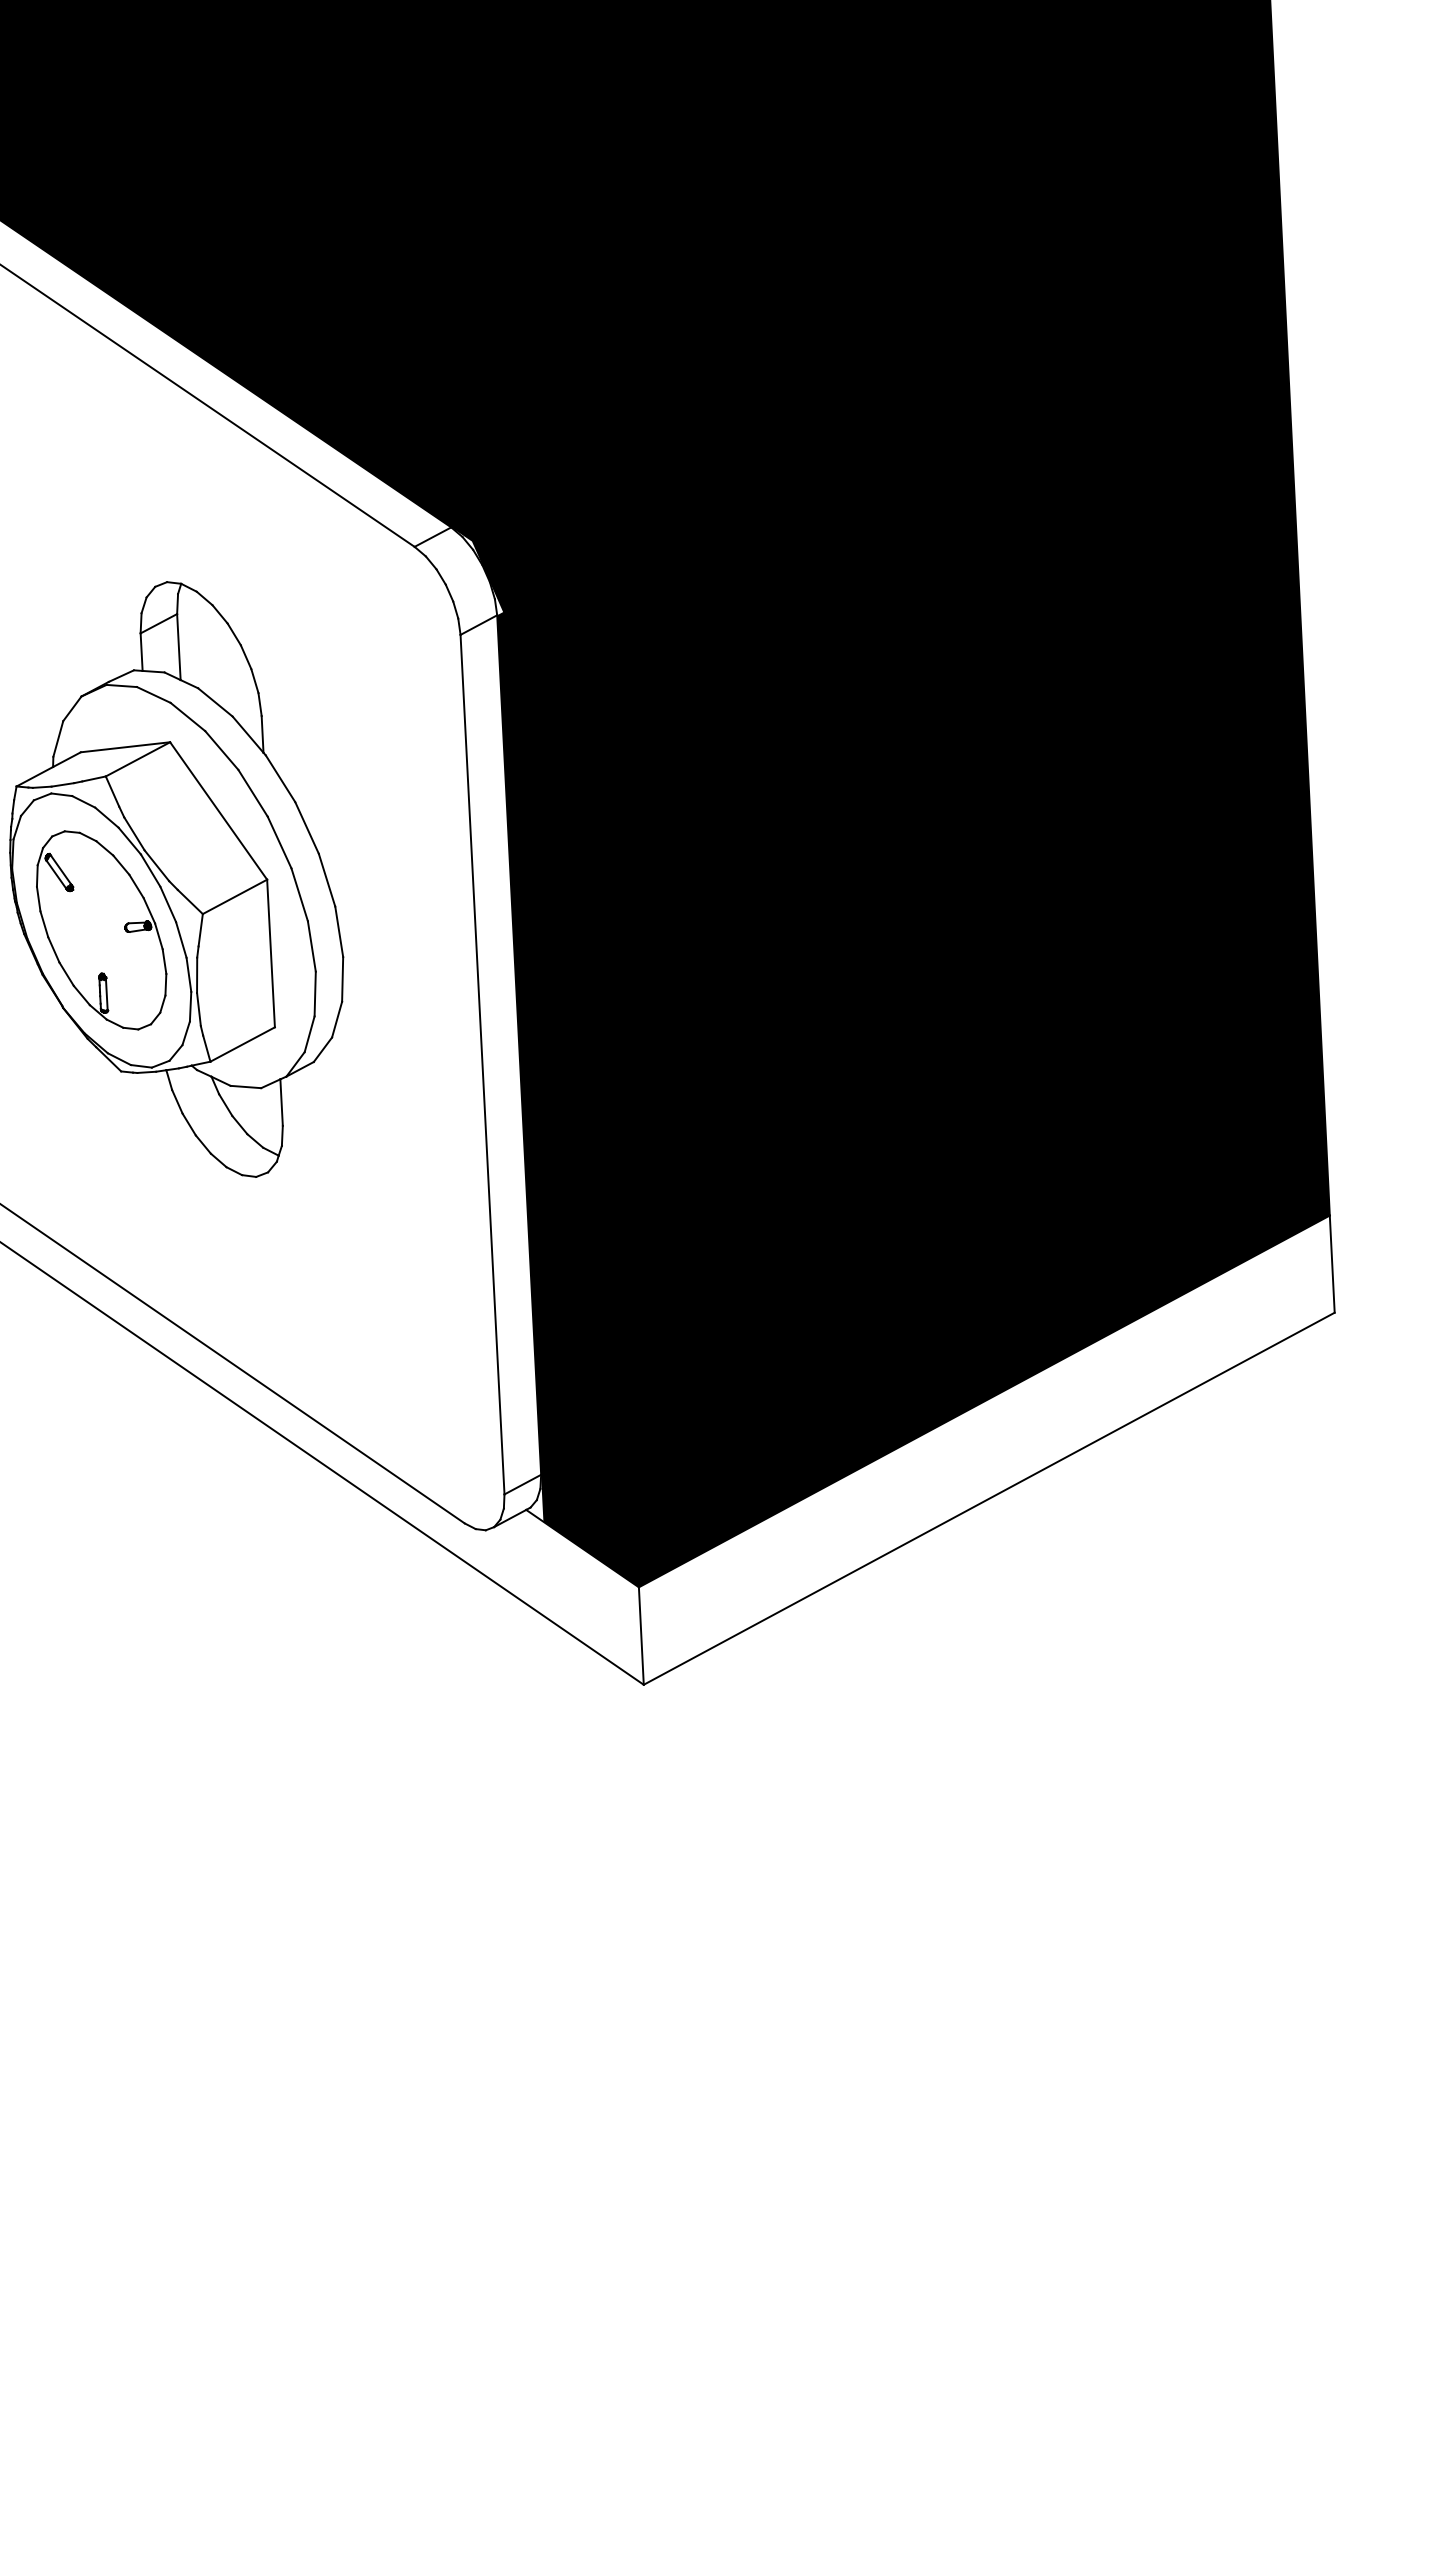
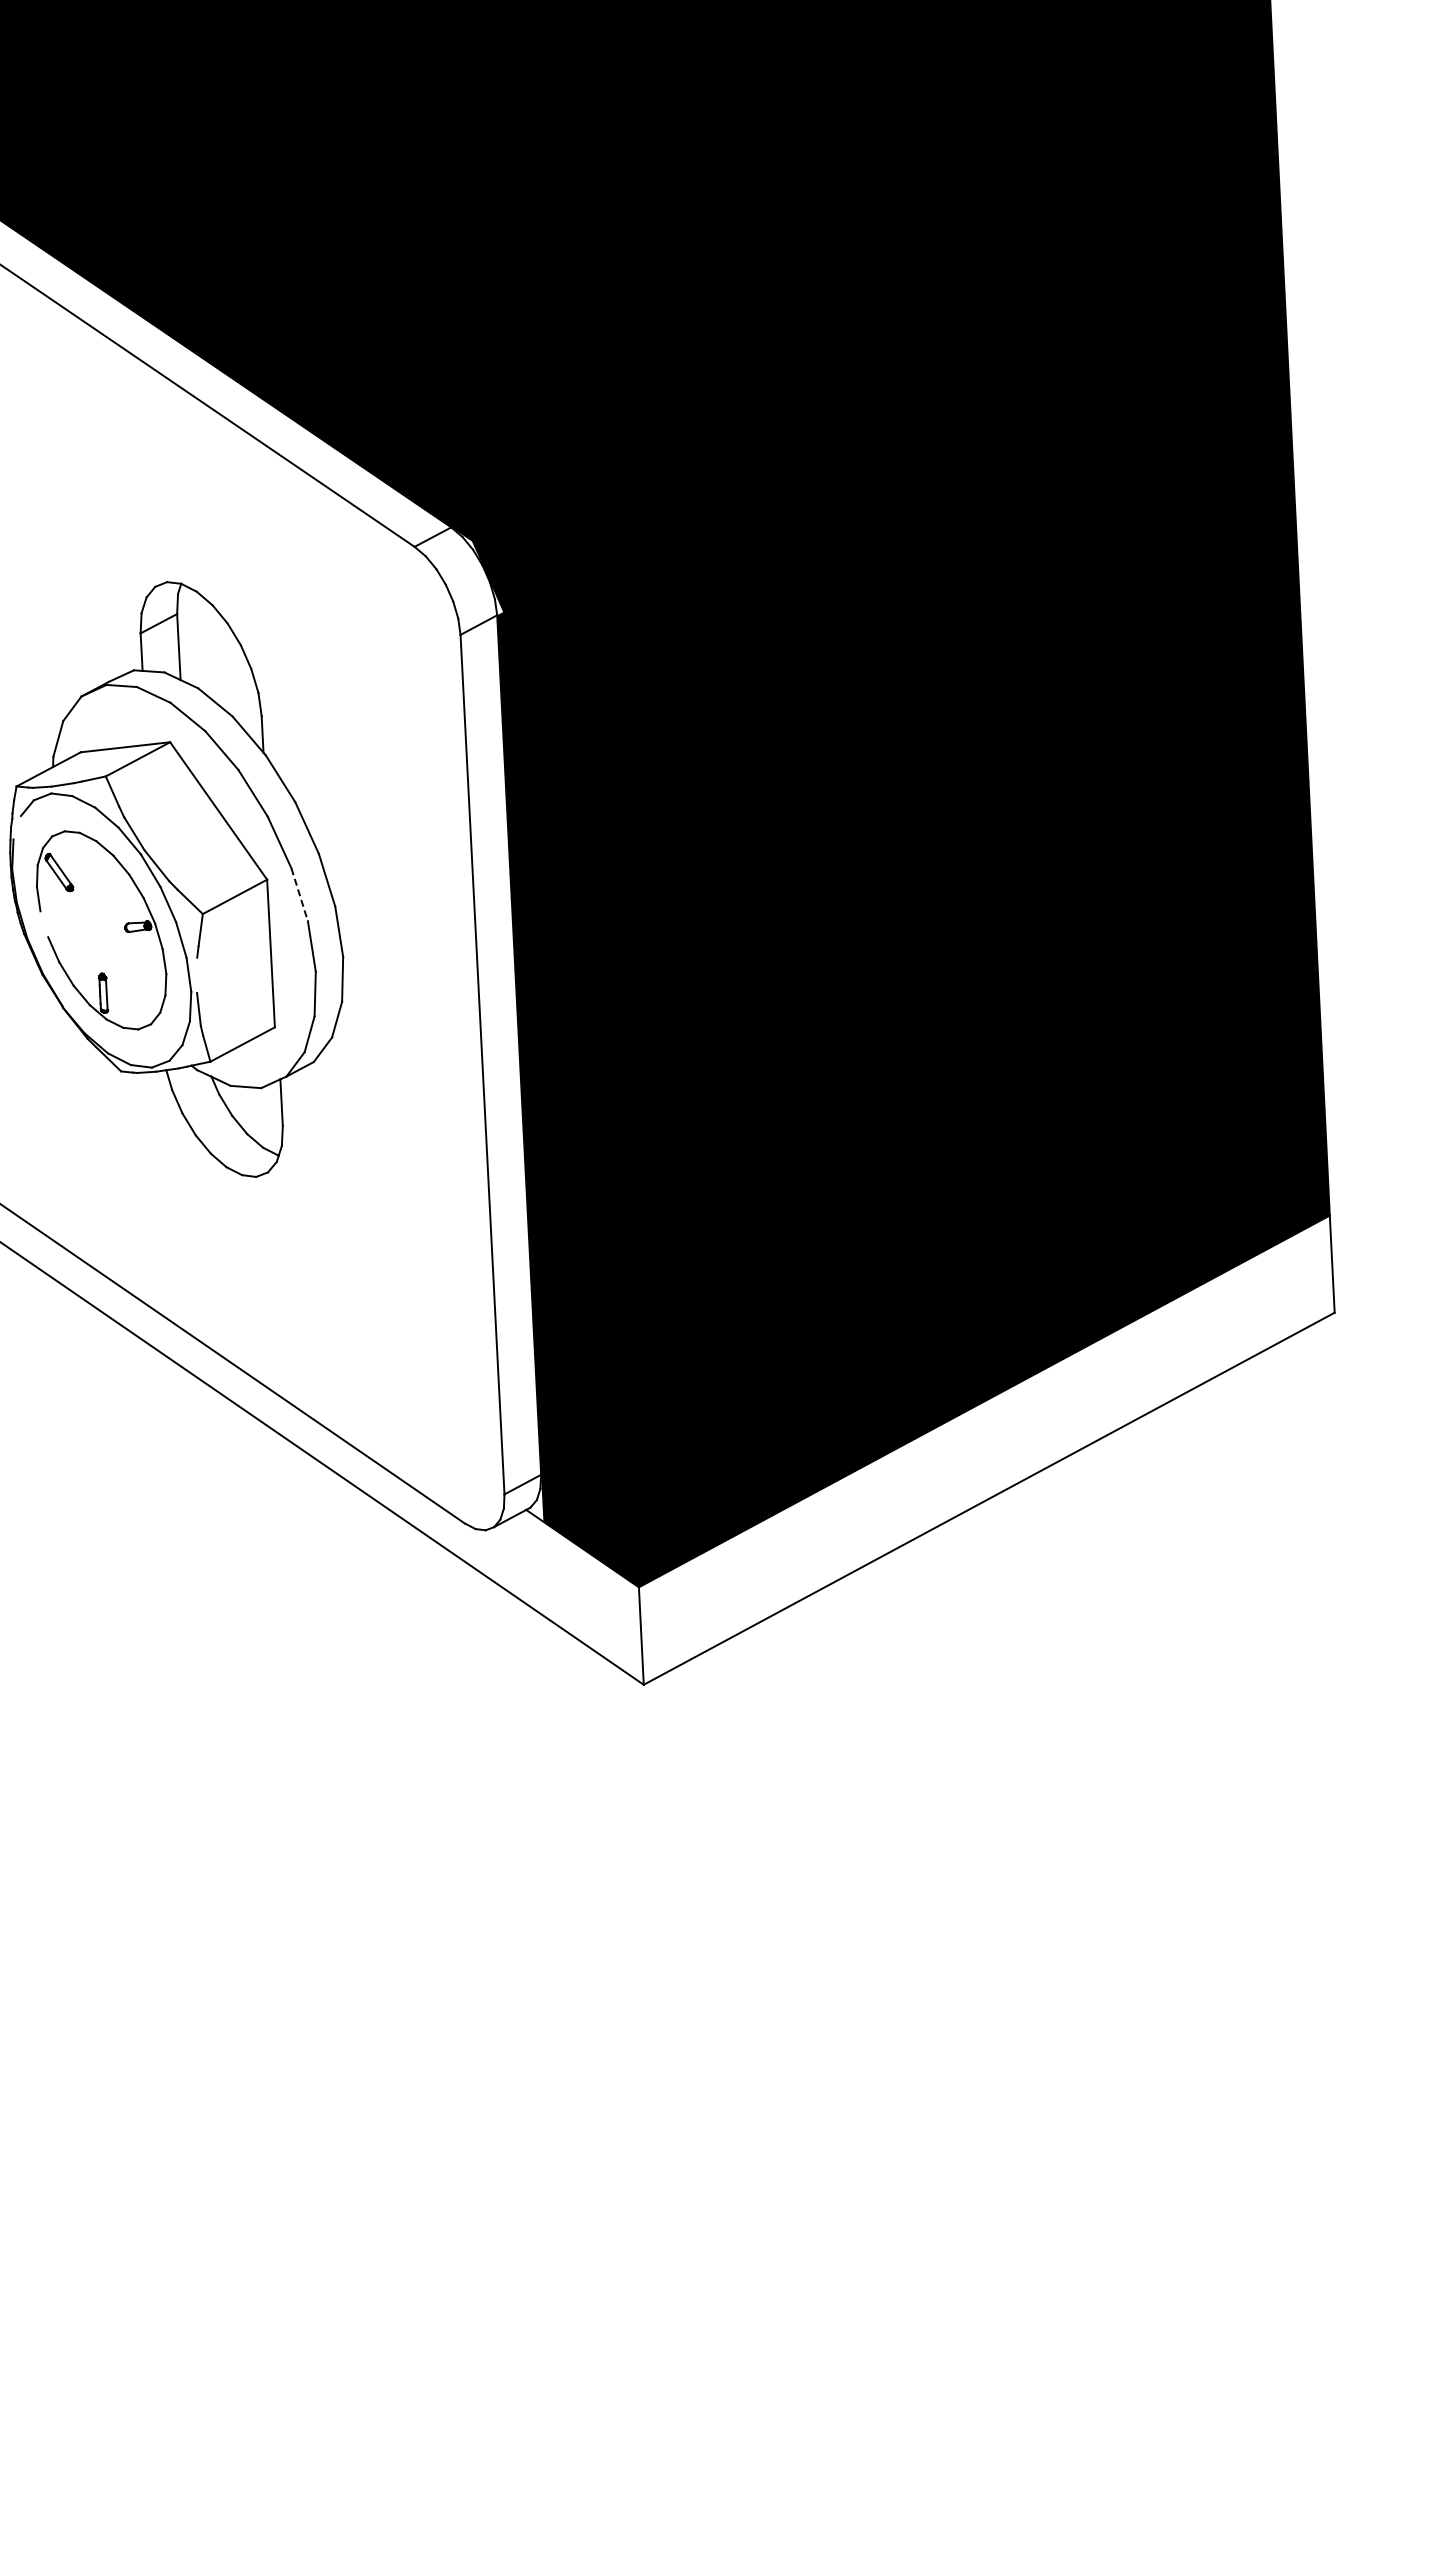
line at (16, 827): present -> none
line at (299, 894): solid -> dashed
line at (44, 924): present -> none
line at (197, 974): present -> none
